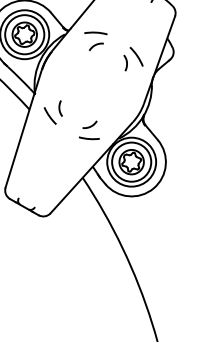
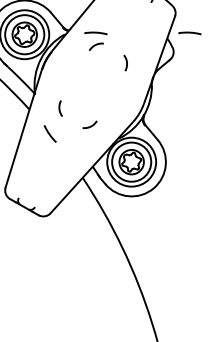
line at (189, 33): none -> present
arc at (136, 56): present -> none
line at (49, 115) position: (49, 115) -> (49, 133)
arc at (89, 138): present -> none
